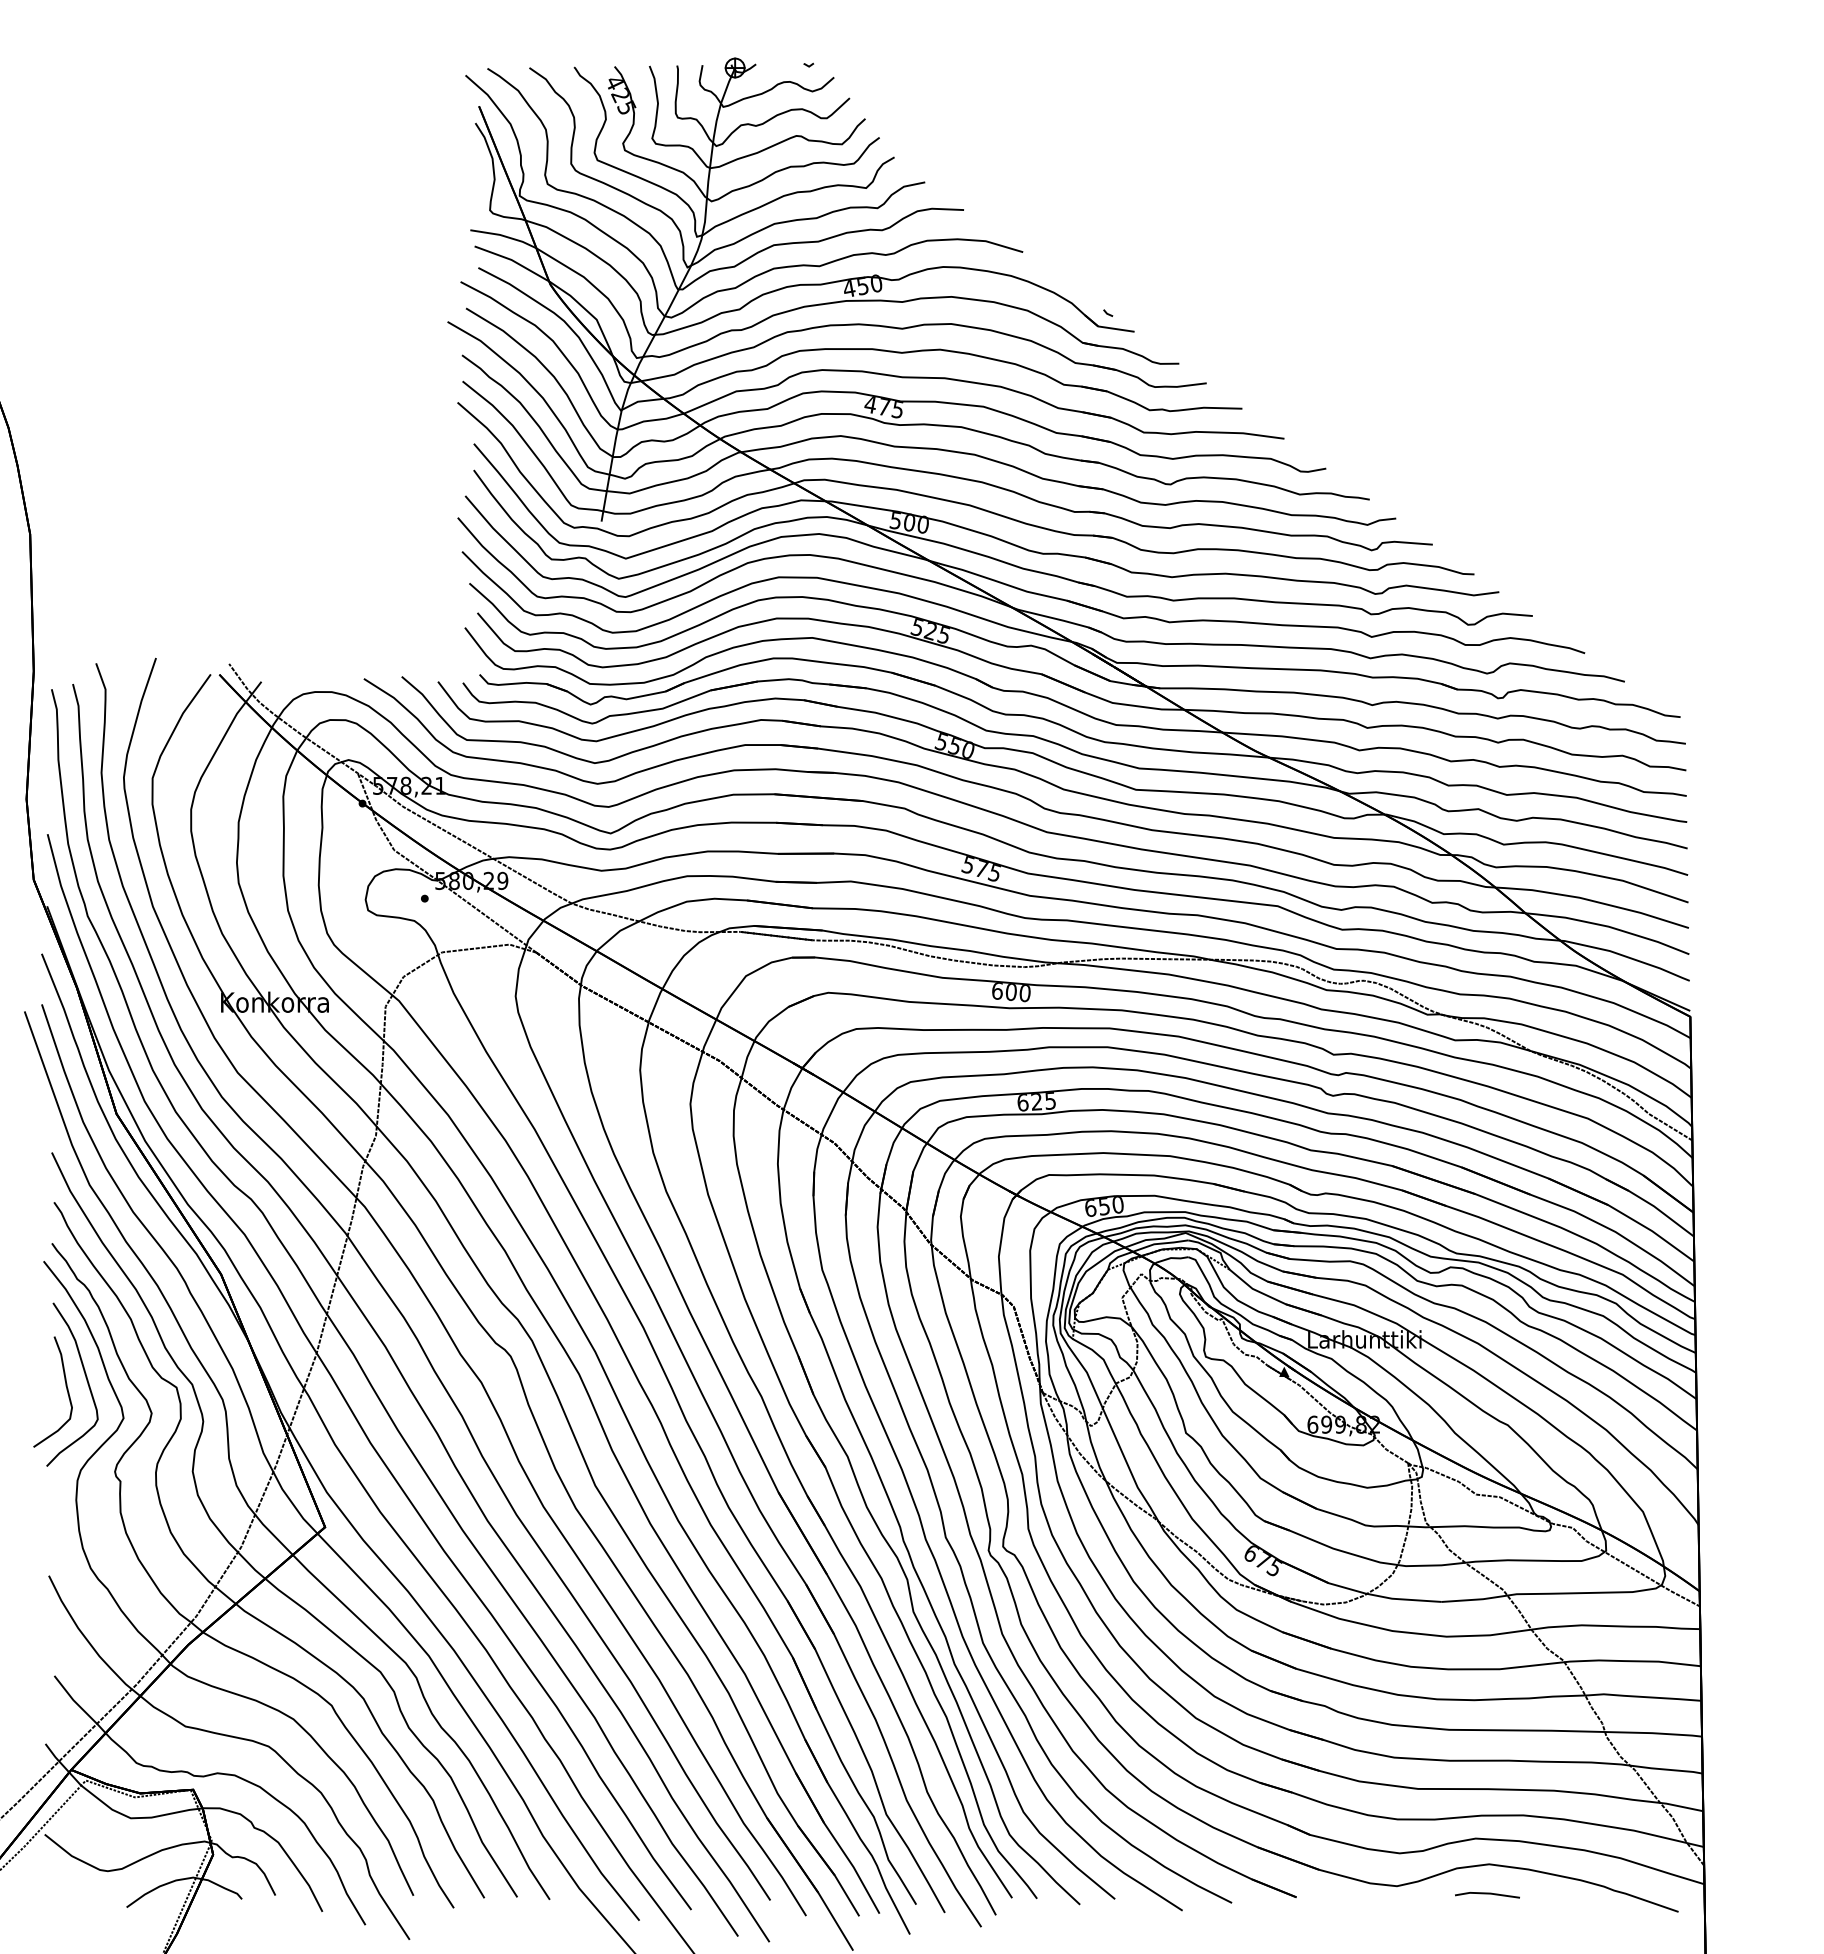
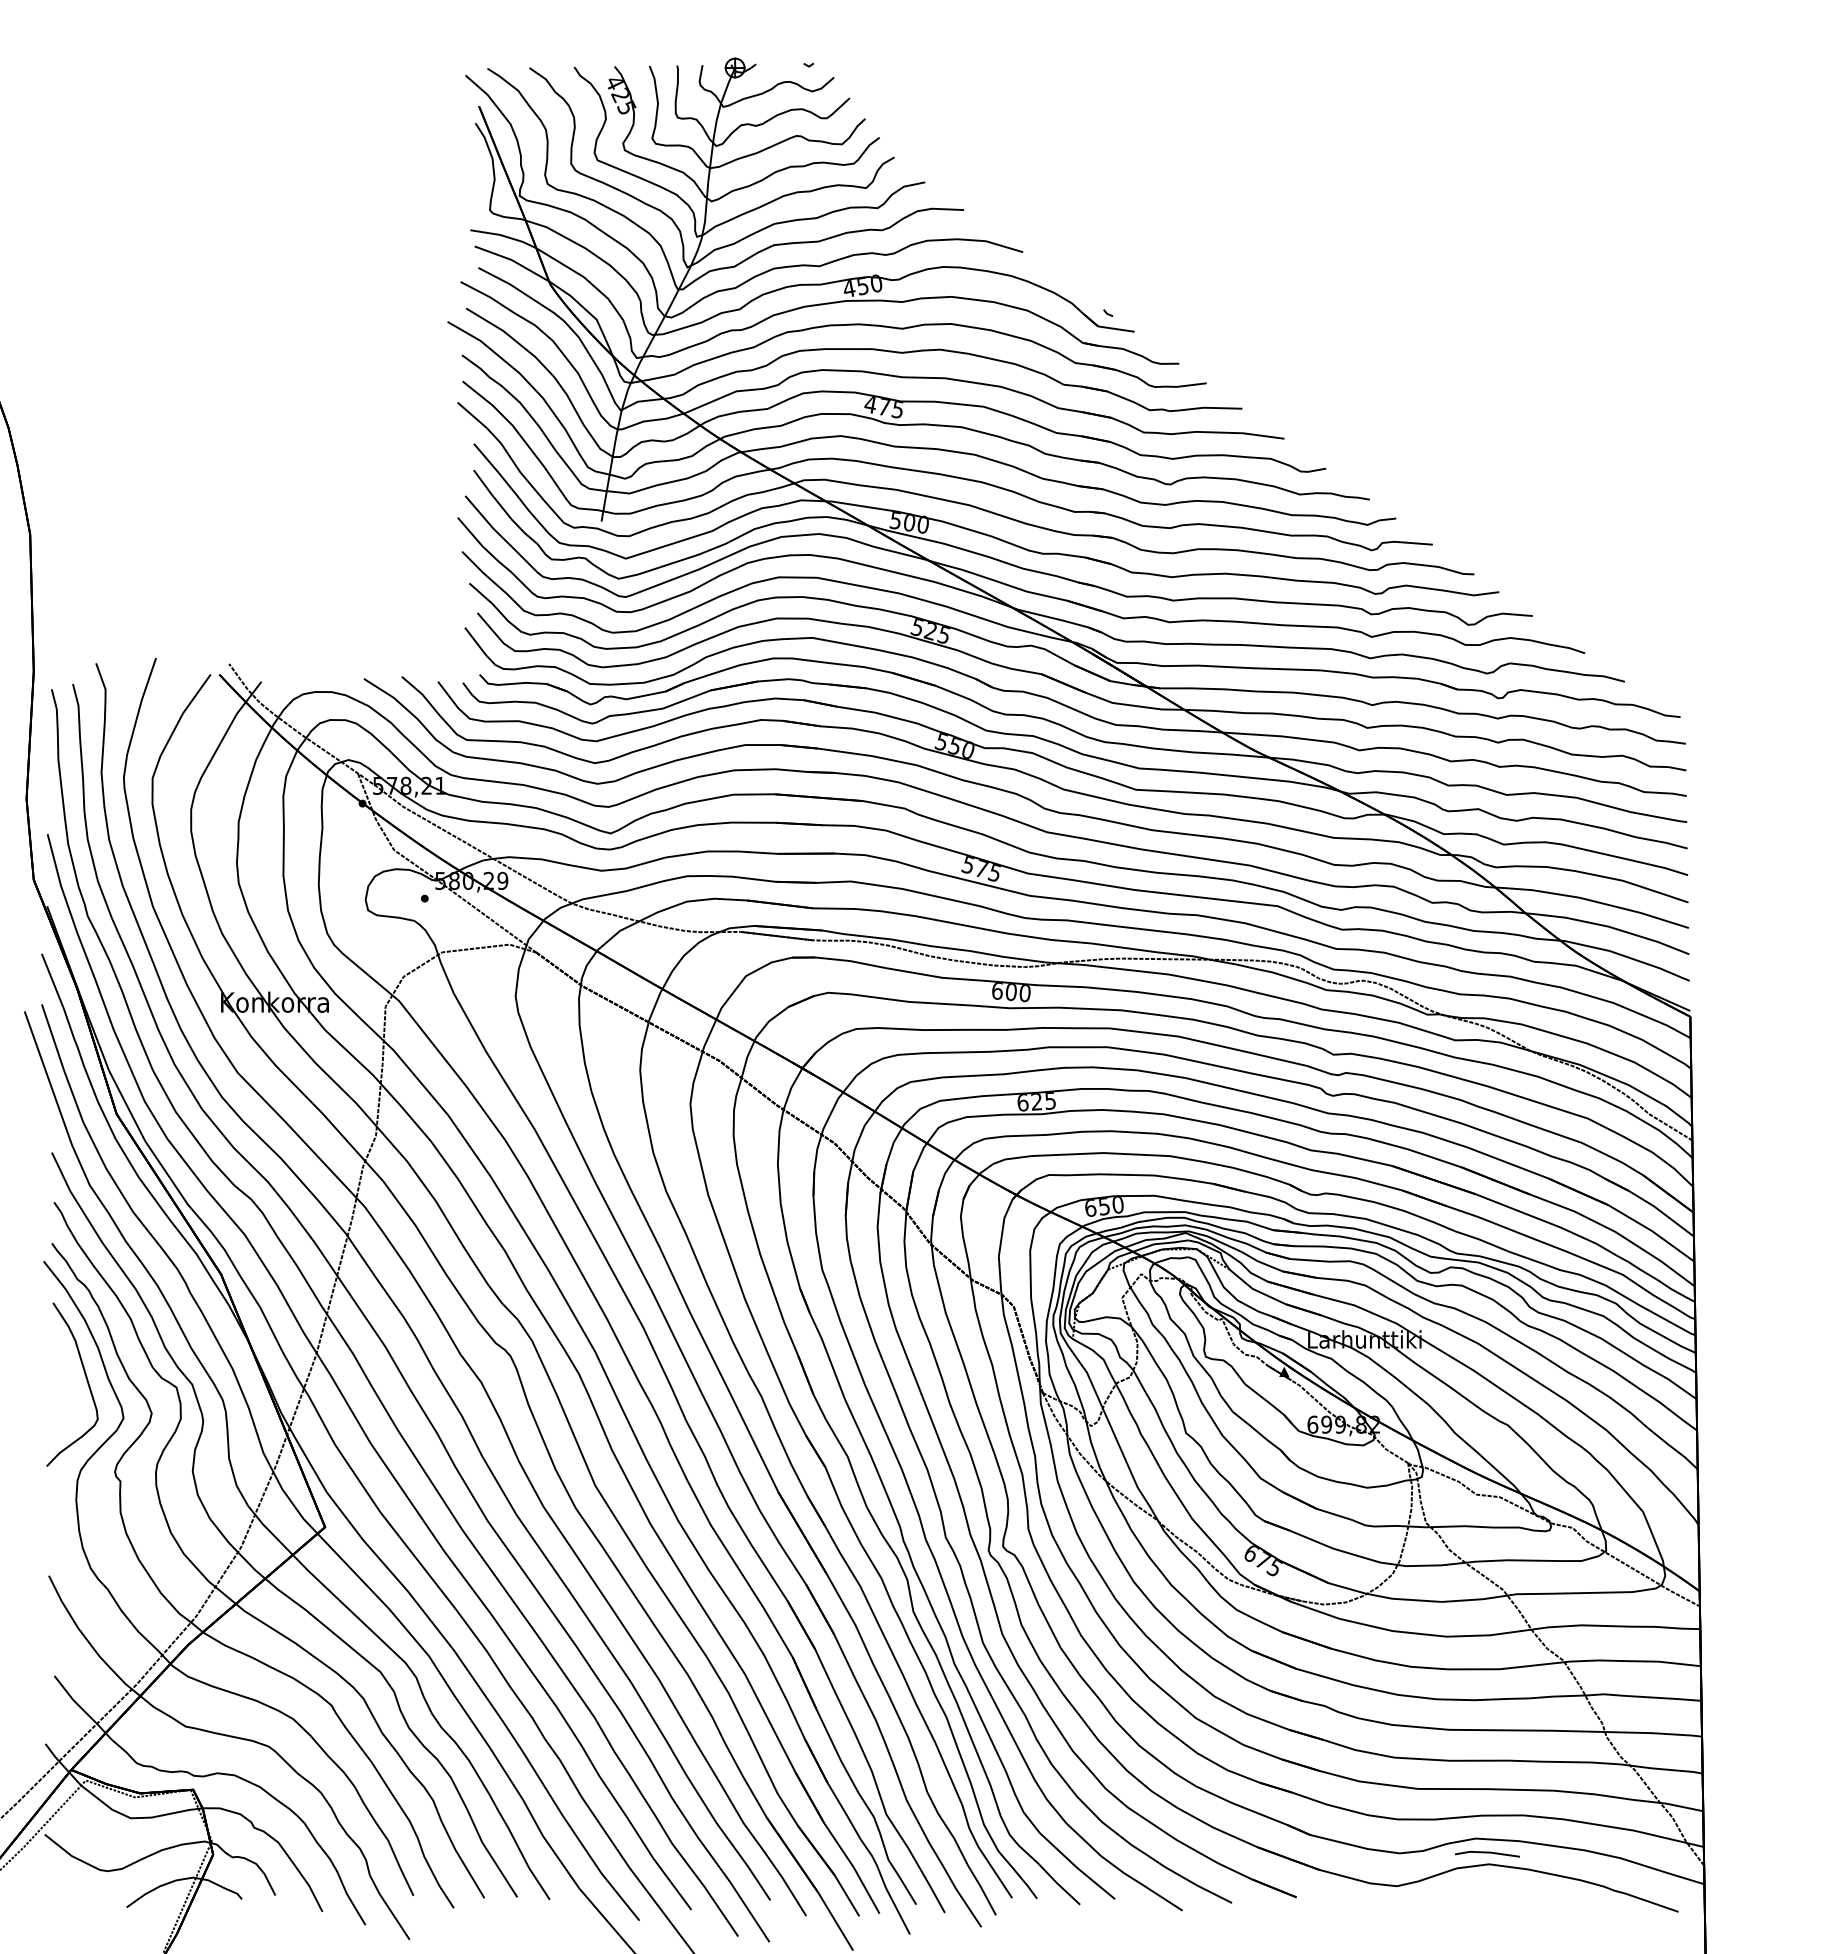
curve at (65, 1386): present -> none
line at (1487, 1894) position: (1487, 1894) -> (1487, 1853)
